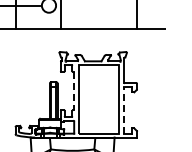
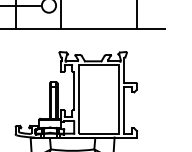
line at (74, 91): dashed -> solid
line at (124, 109): dashed -> solid
